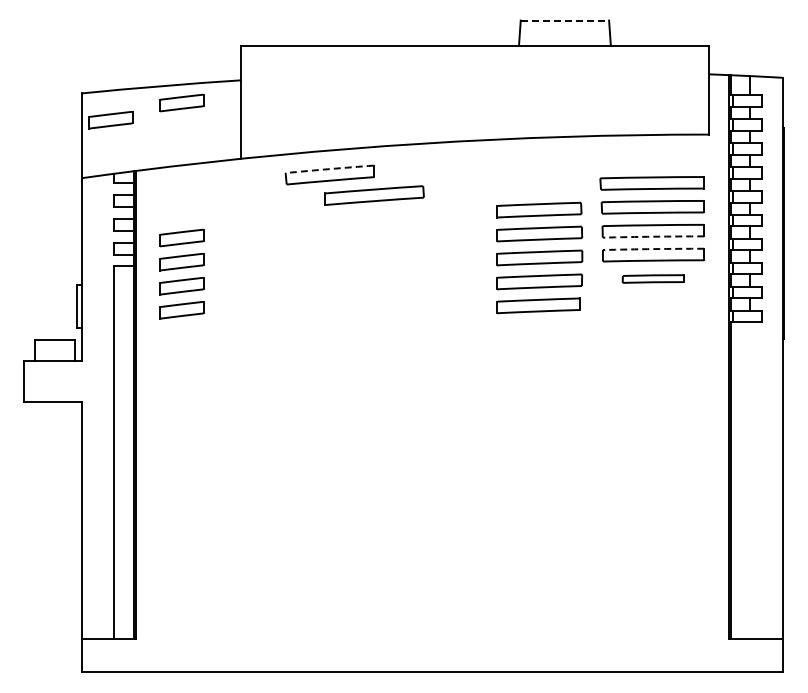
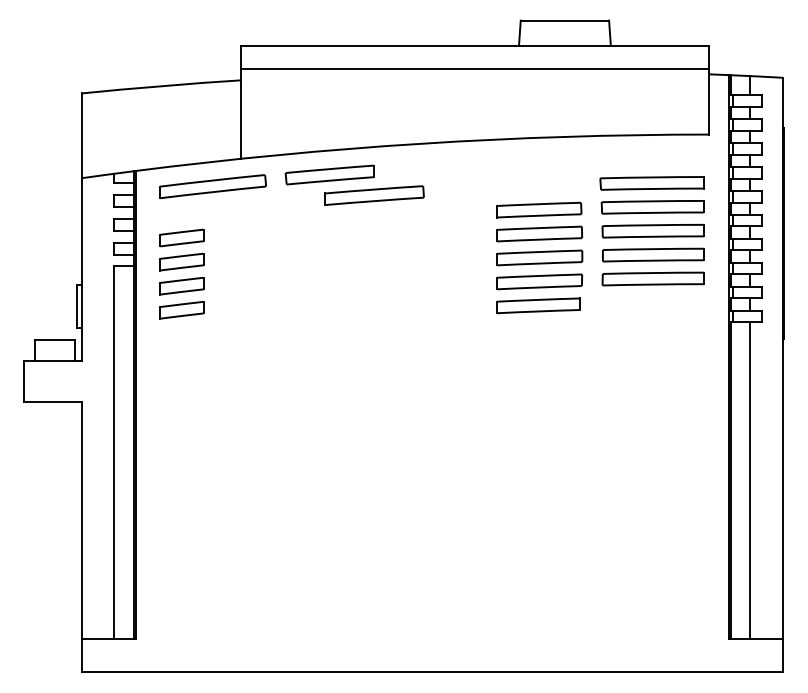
line at (565, 20): dashed -> solid
line at (475, 68): none -> present
part at (181, 102): present -> none
part at (110, 120): present -> none
arc at (329, 169): dashed -> solid
part at (212, 186): none -> present
arc at (653, 236): dashed -> solid
arc at (653, 249): dashed -> solid
part at (652, 278) size: 64x10 px -> 104x16 px
line at (750, 480): none -> present
